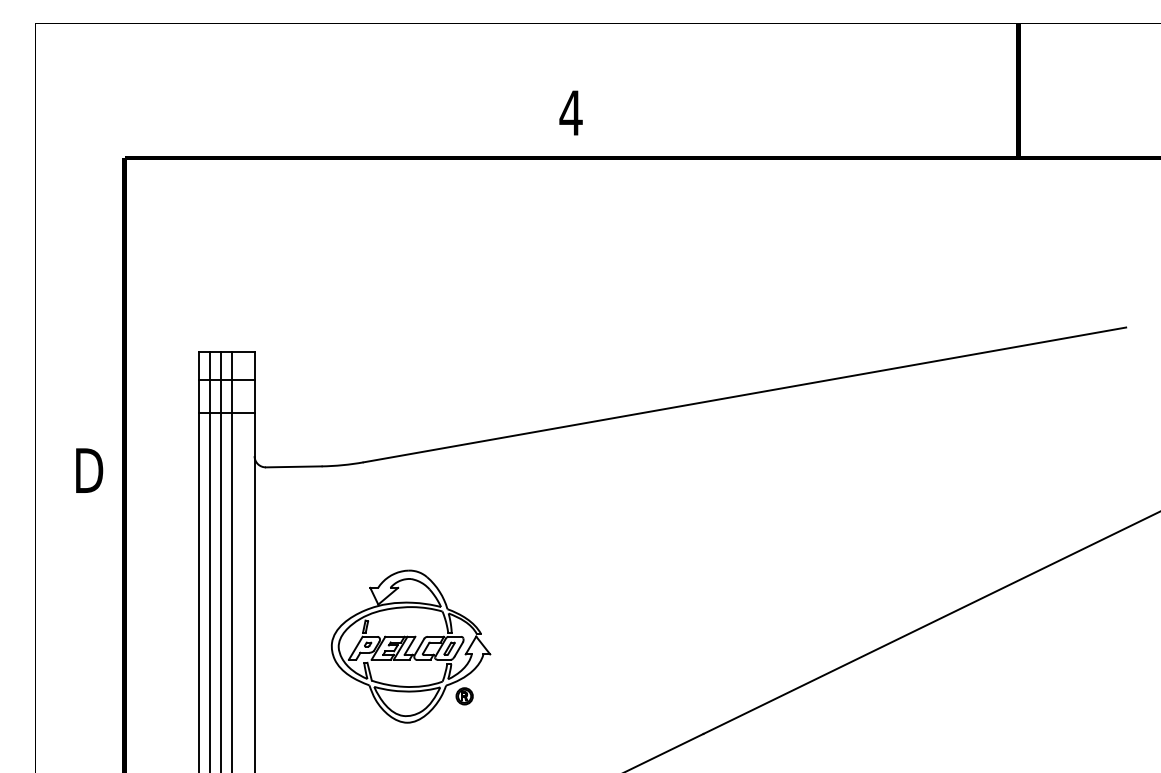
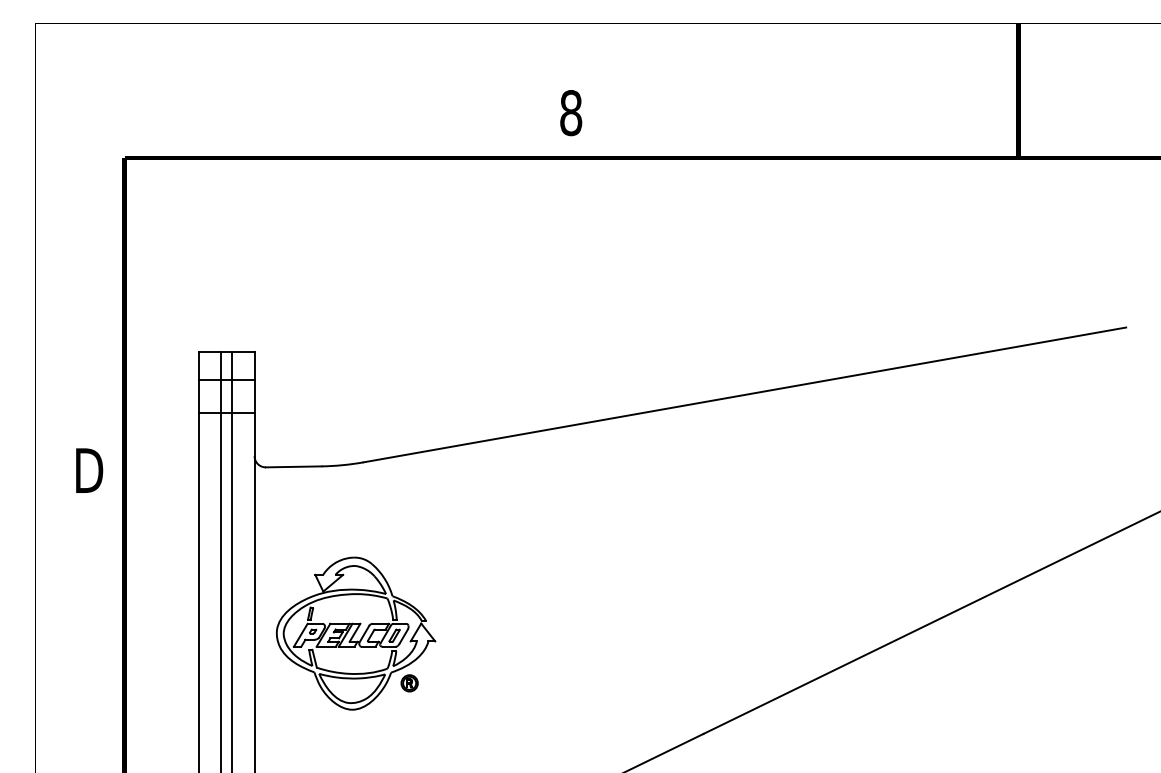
text at (570, 113): 4 -> 8
line at (209, 560): present -> none
part at (410, 646) position: (410, 646) -> (355, 633)
